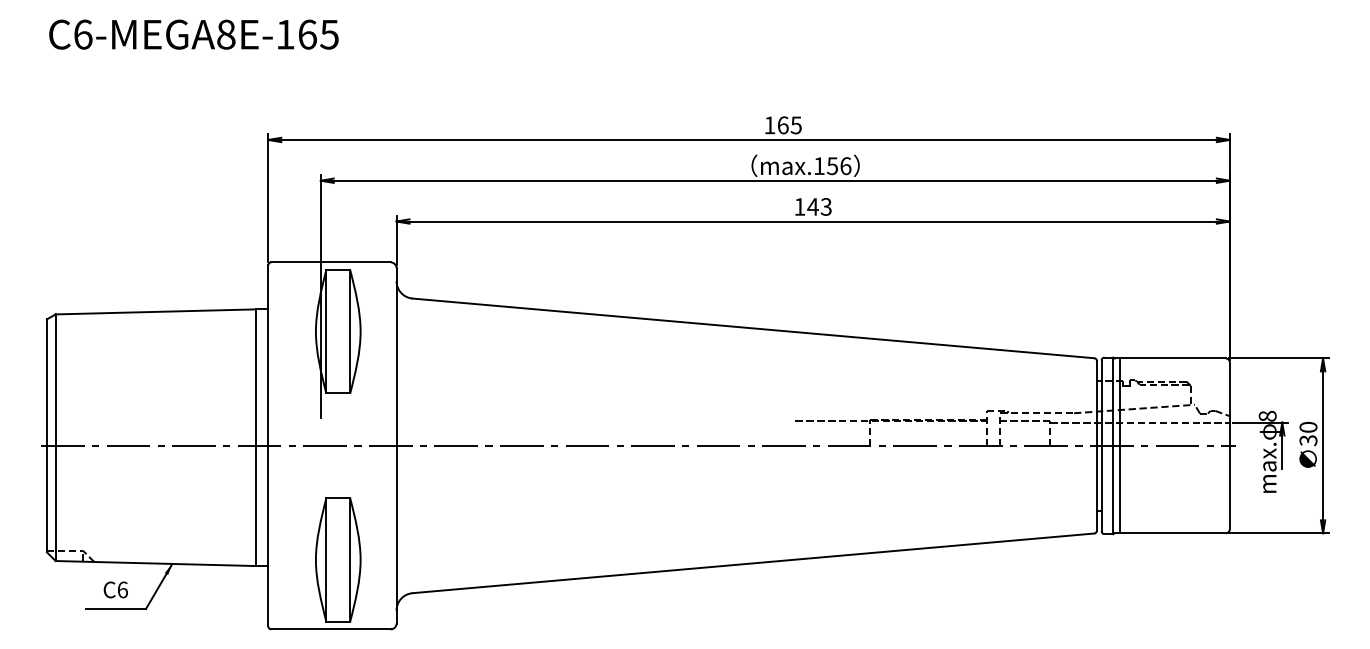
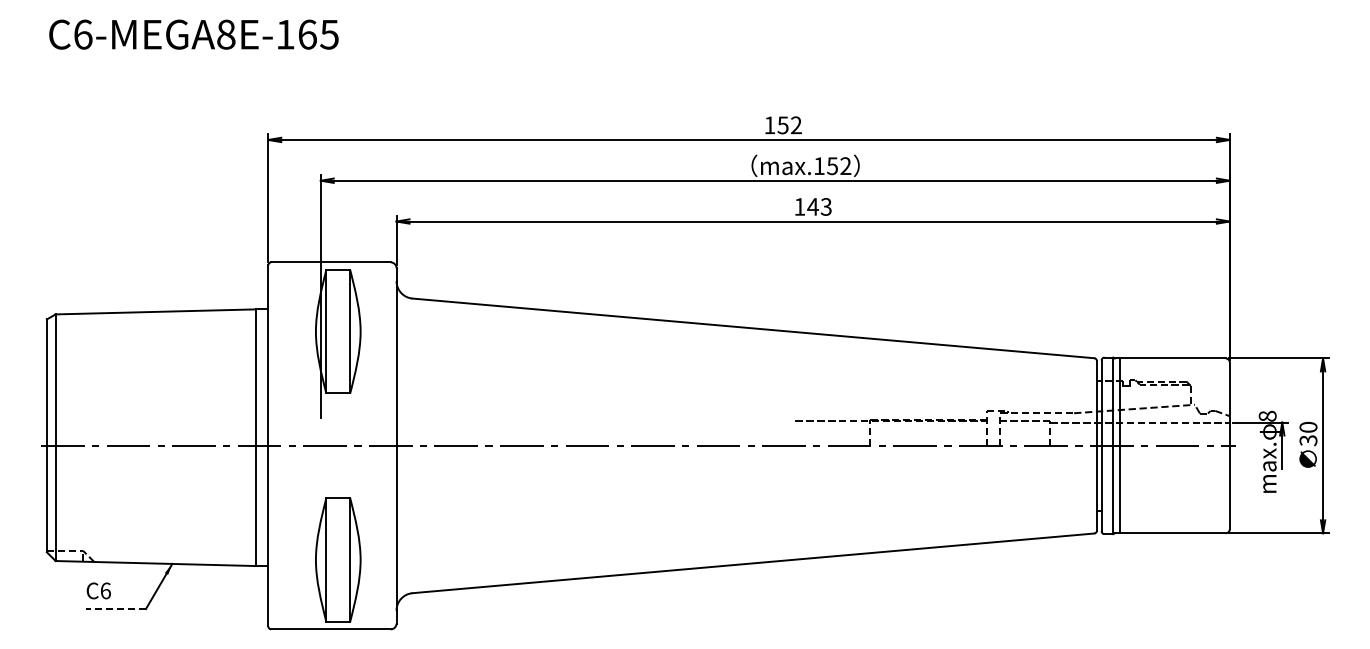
text at (789, 125): 165 -> 152
text at (845, 166): max.156 -> max.152
text at (115, 589) position: (115, 589) -> (98, 590)
line at (116, 609): solid -> dashed
